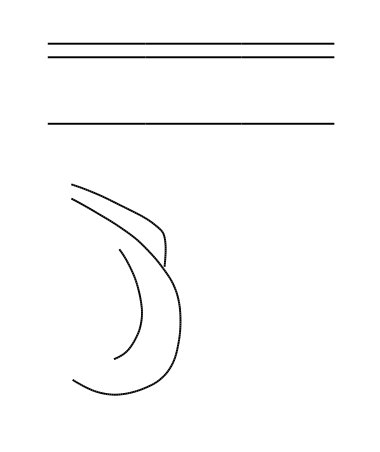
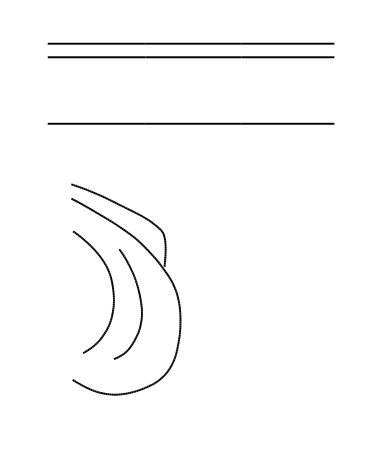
part at (111, 286): none -> present
